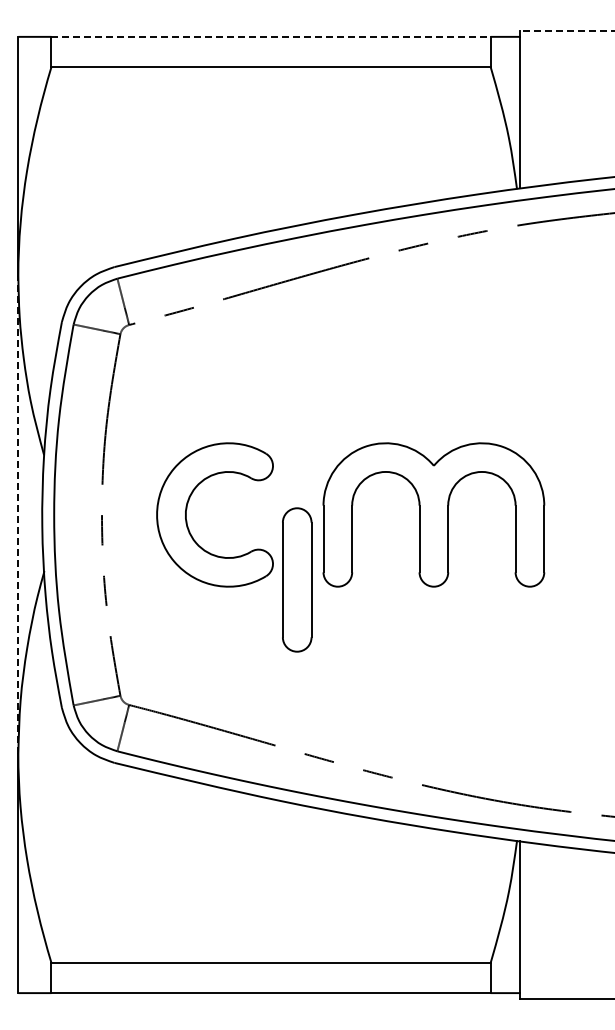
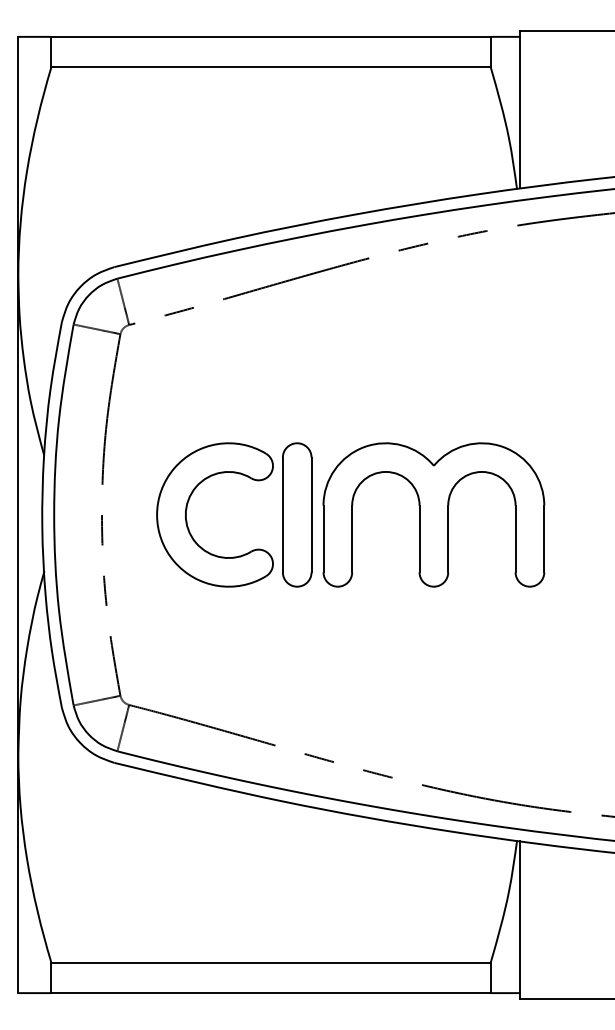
line at (567, 30): dashed -> solid
line at (271, 36): dashed -> solid
line at (18, 514): dashed -> solid
part at (297, 579) position: (297, 579) -> (297, 514)
